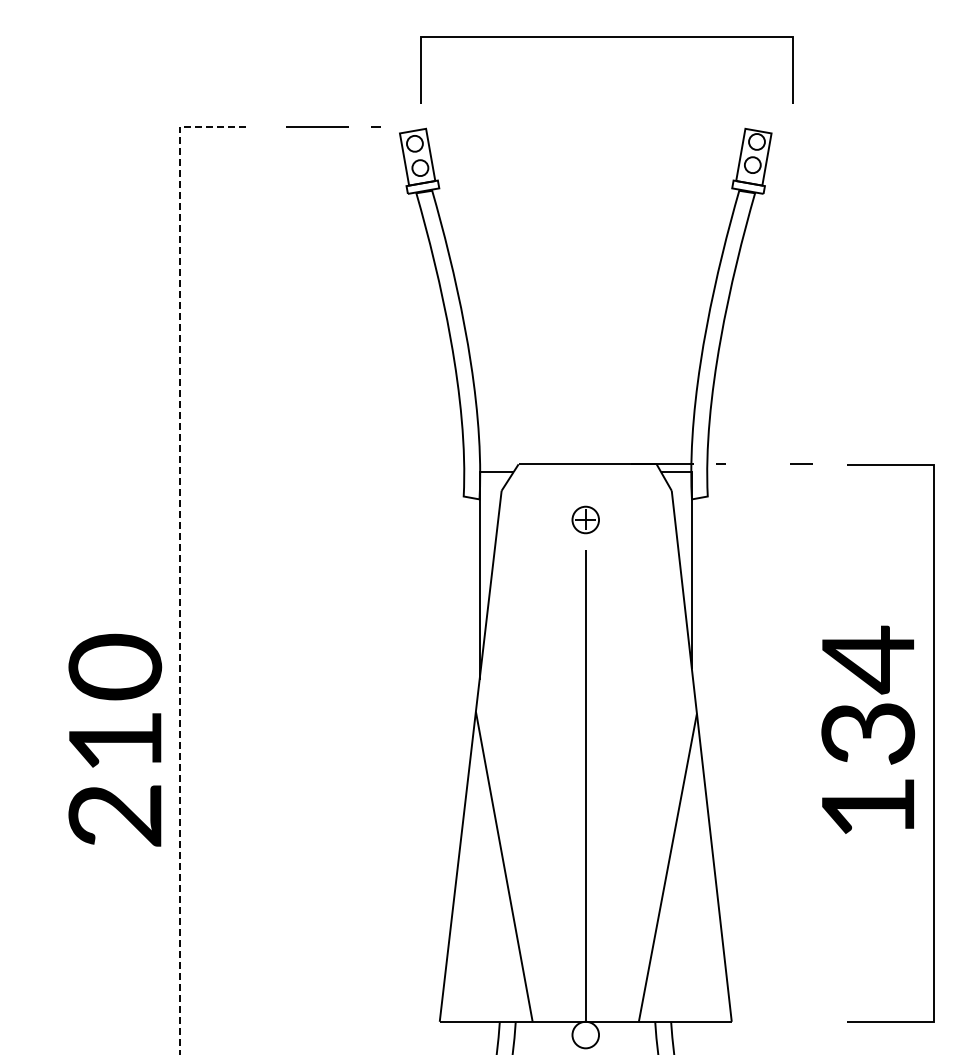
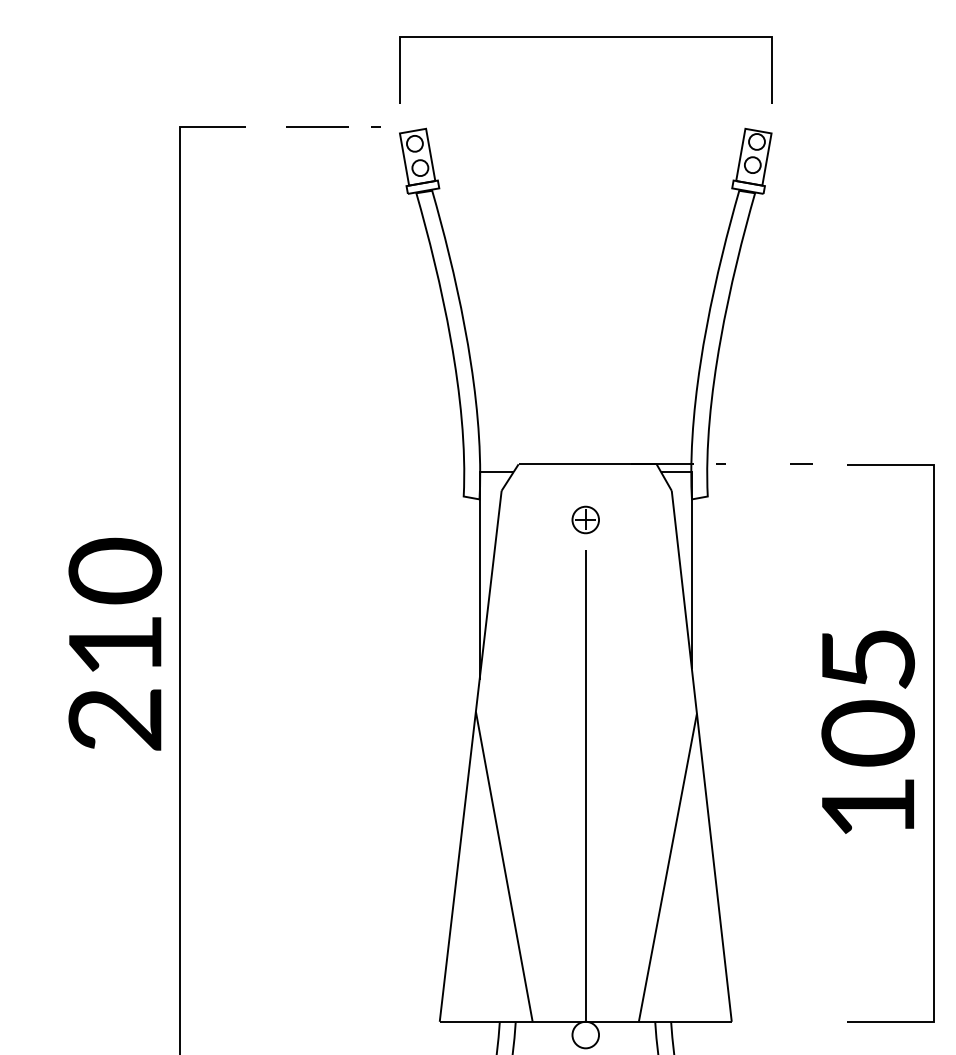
line at (606, 37) position: (606, 37) -> (585, 37)
line at (179, 556): dashed -> solid
text at (868, 695): 134 -> 105
text at (115, 739) position: (115, 739) -> (115, 643)
